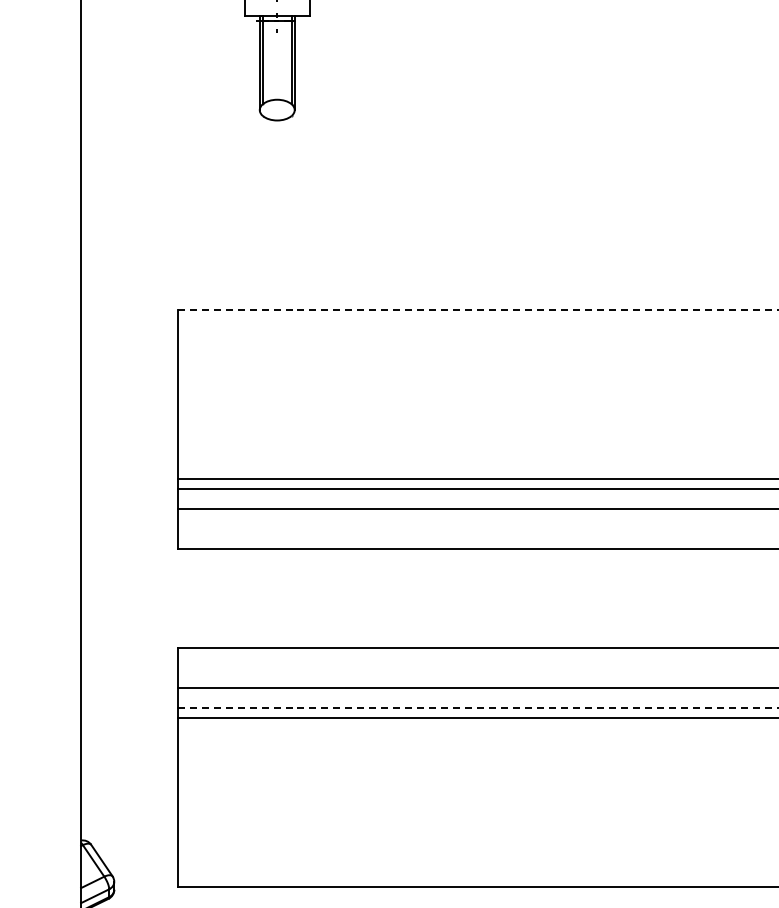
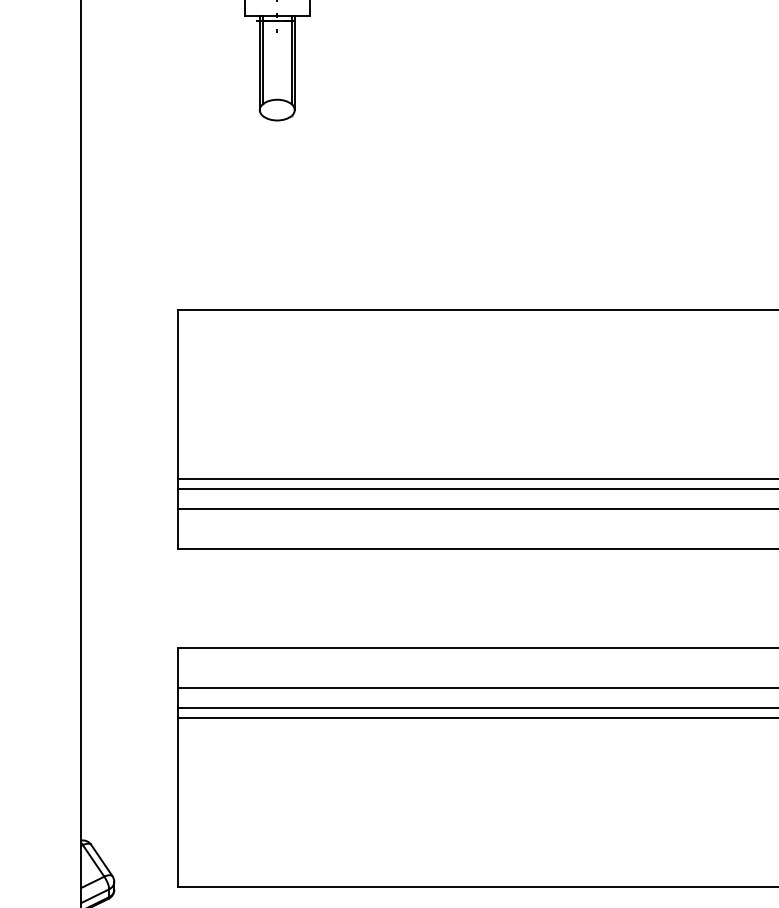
line at (478, 309): dashed -> solid
line at (478, 708): dashed -> solid
